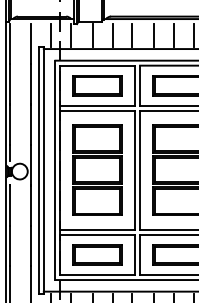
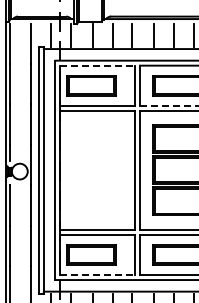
line at (98, 65): solid -> dashed
part at (97, 85) position: (97, 85) -> (91, 85)
line at (169, 105): solid -> dashed
part at (97, 169): present -> none
part at (97, 254) position: (97, 254) -> (91, 254)
line at (98, 275): solid -> dashed
